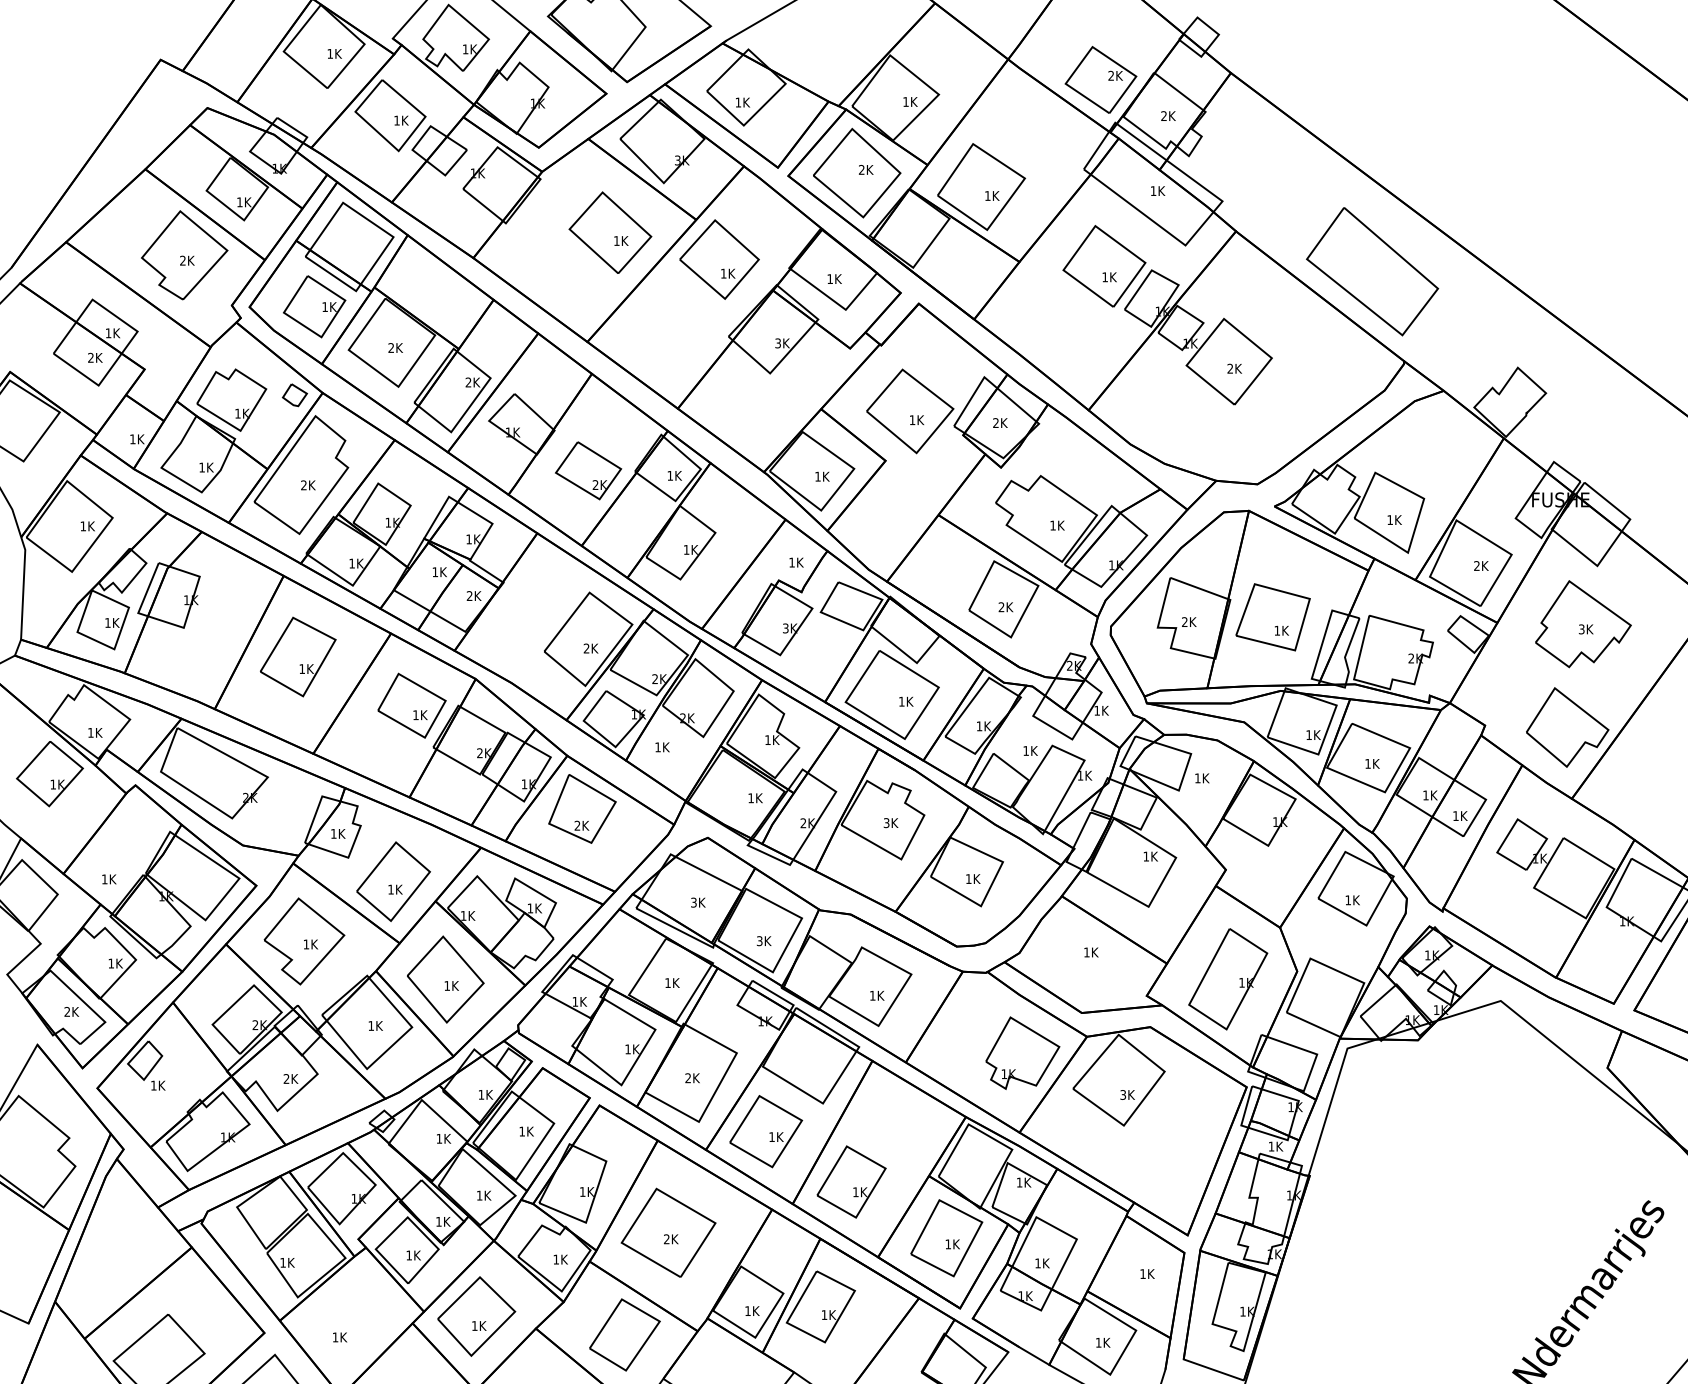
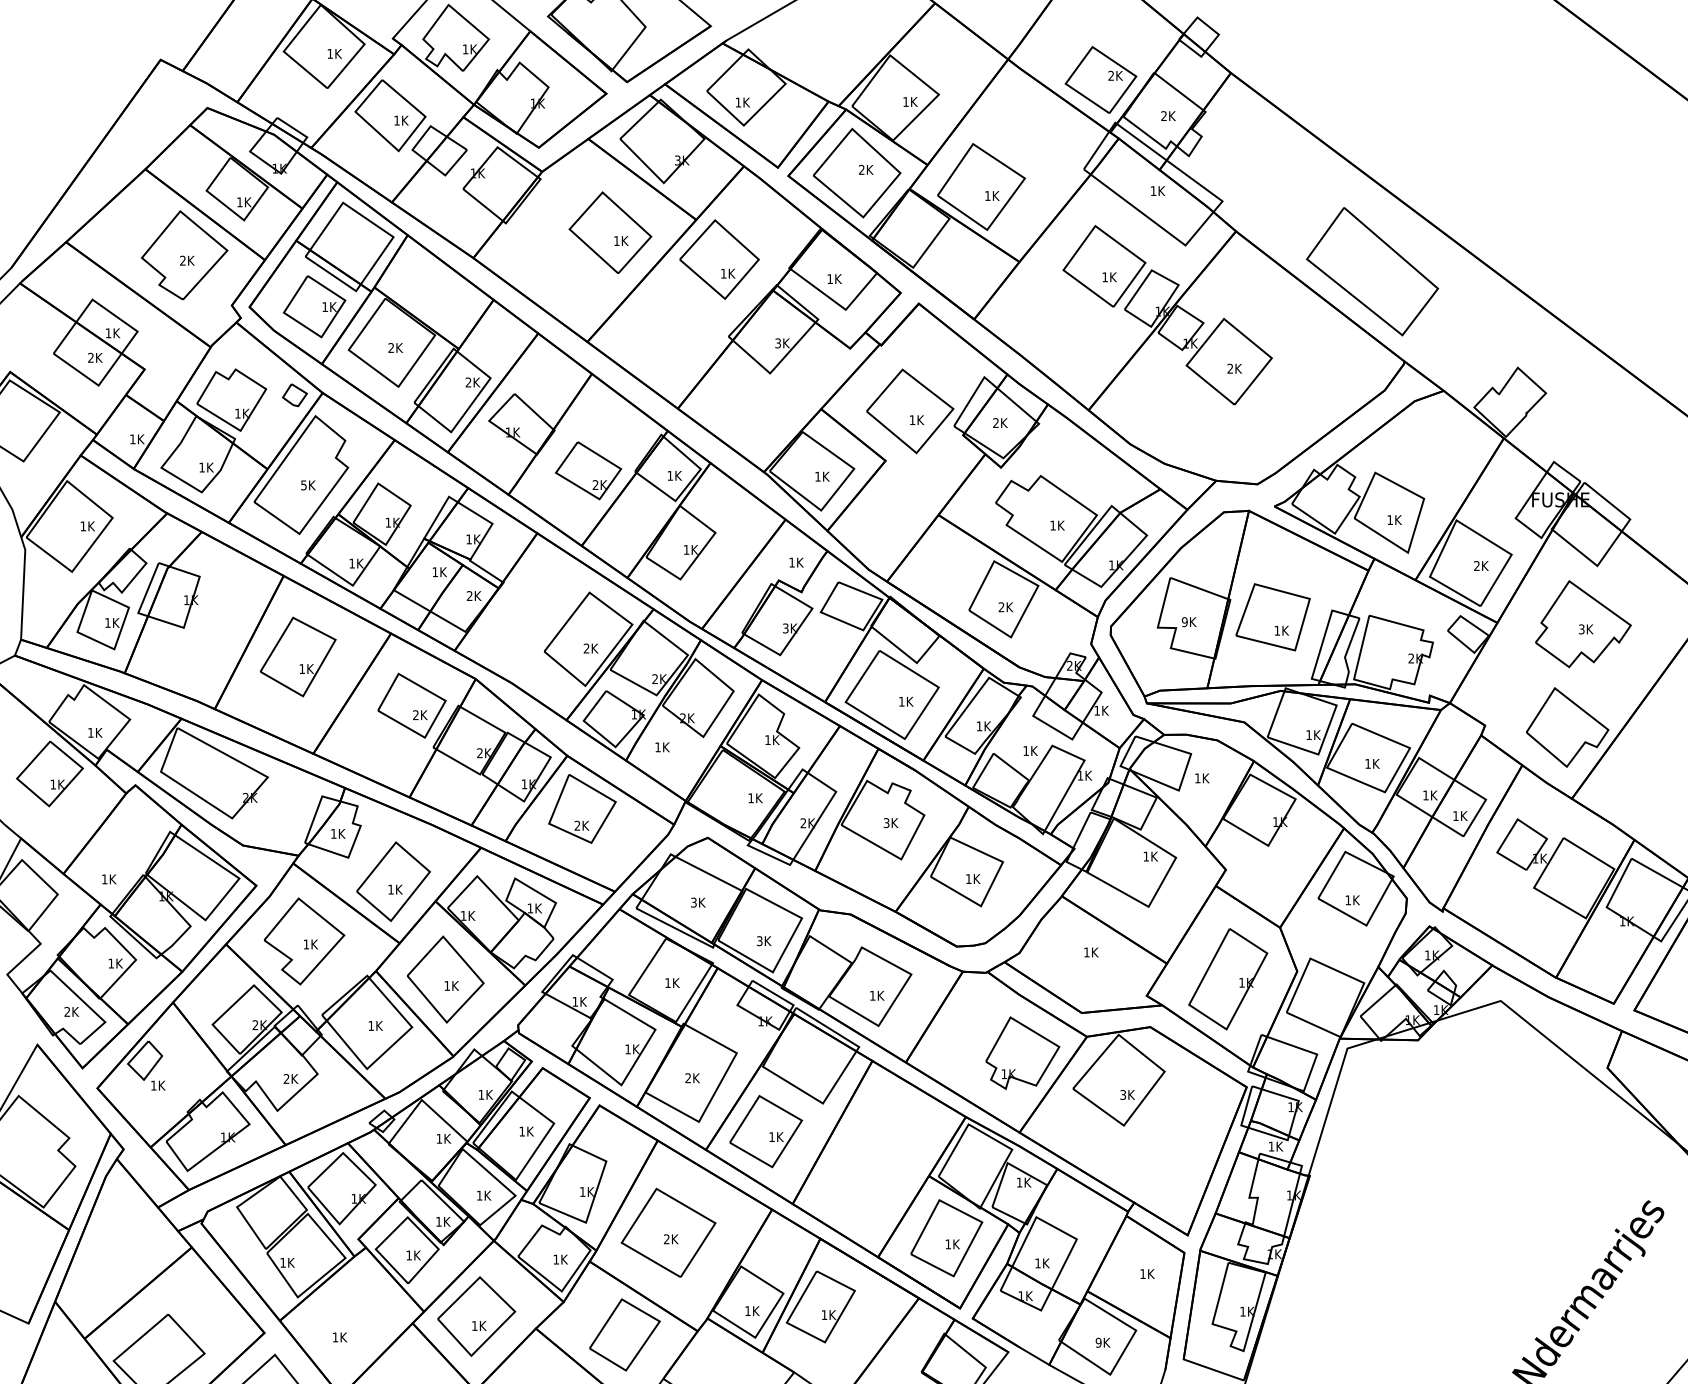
text at (303, 485): 2K -> 5K
text at (1184, 622): 2K -> 9K
text at (415, 714): 1K -> 2K
part at (851, 1181): present -> none
text at (1098, 1342): 1K -> 9K
